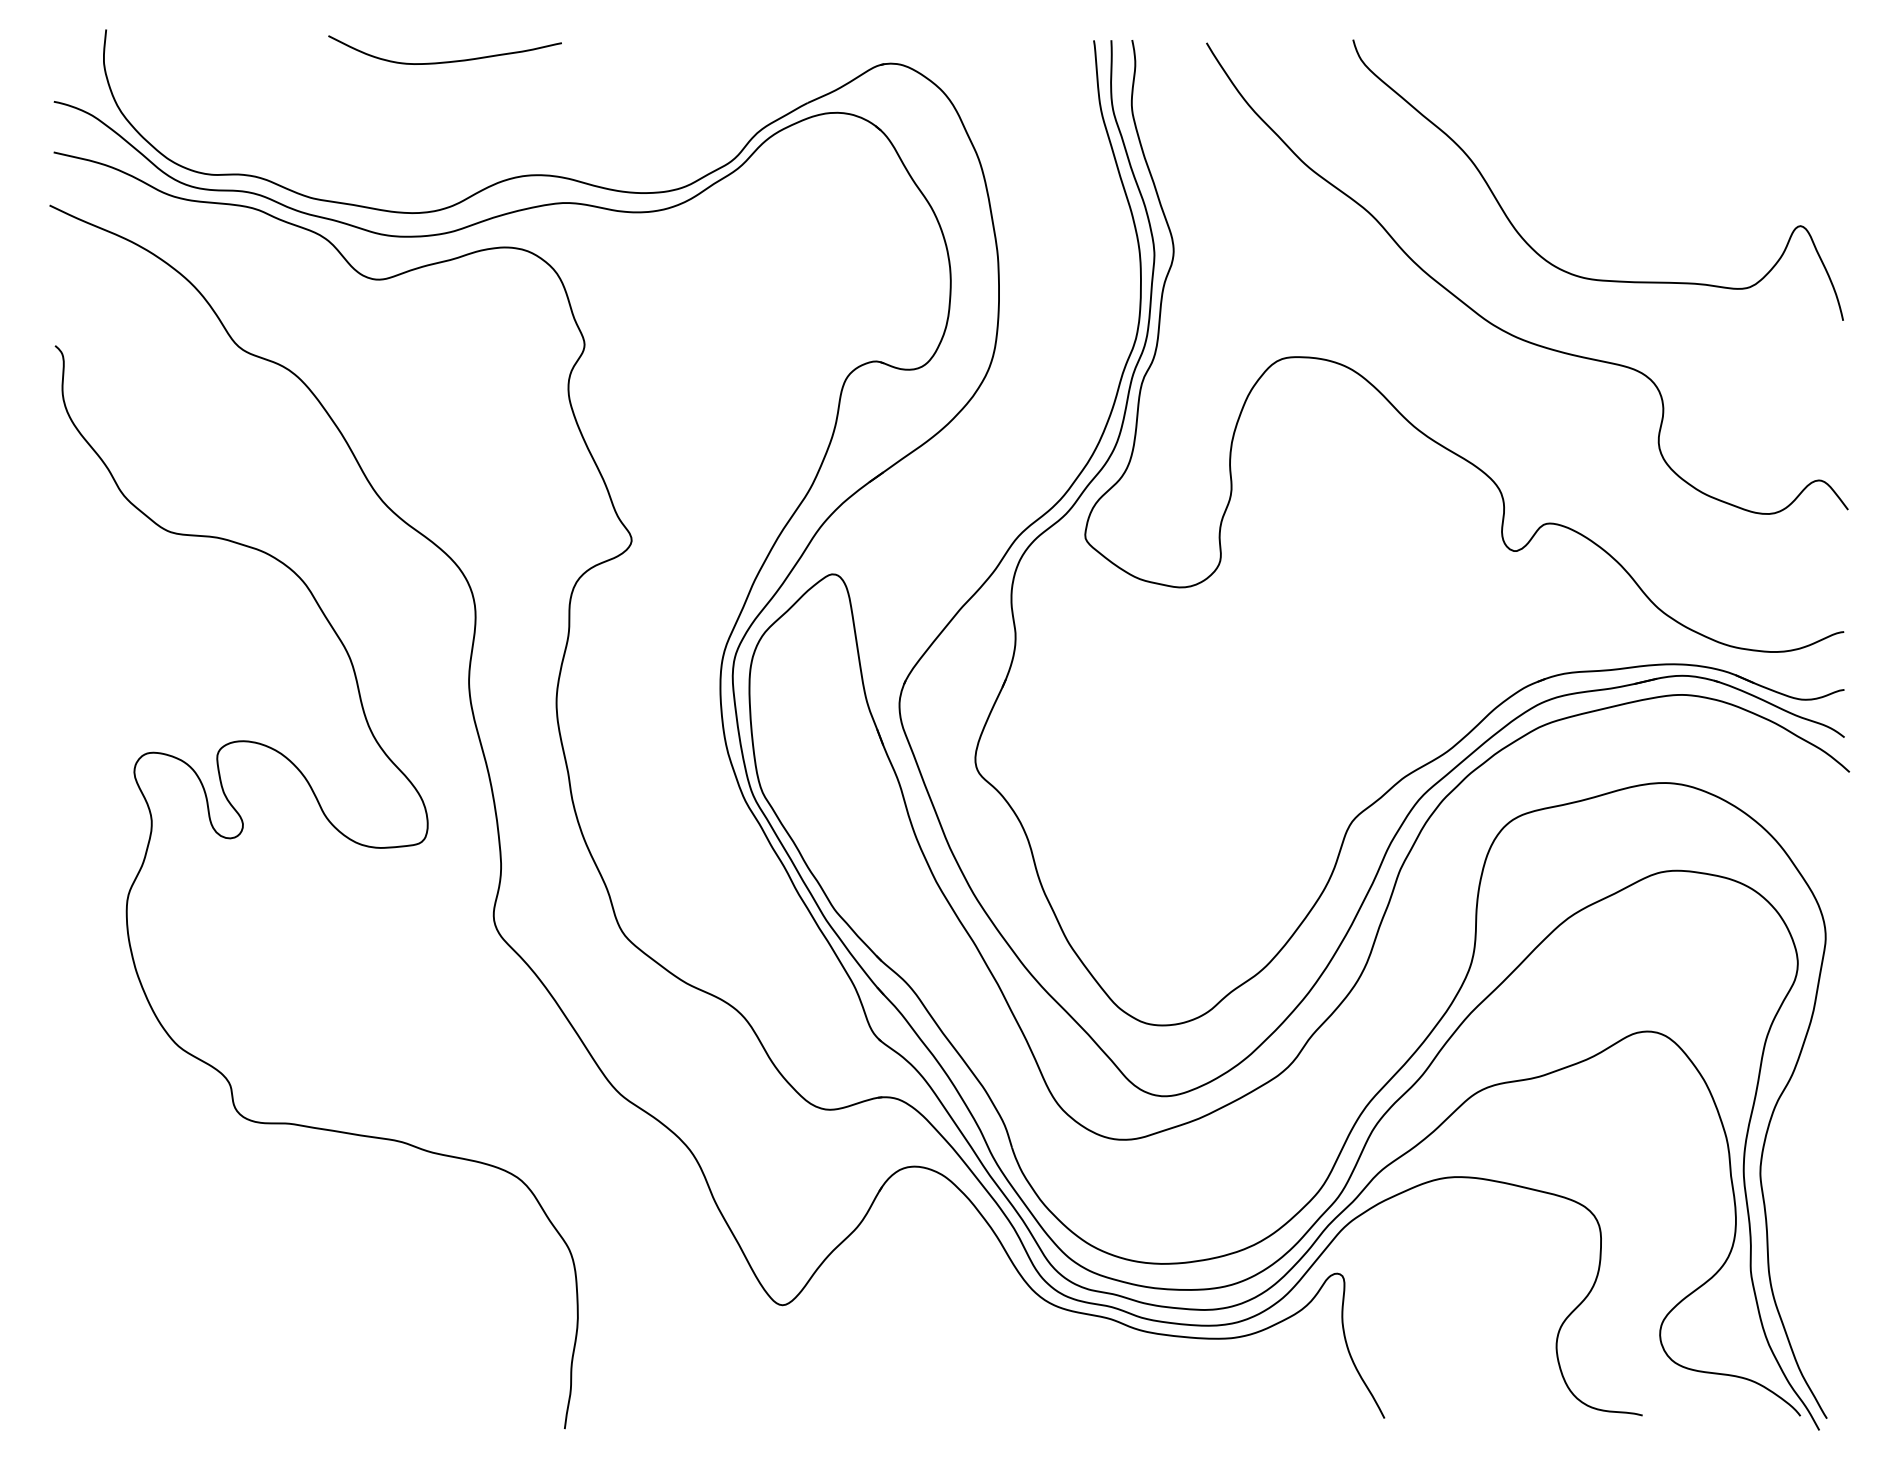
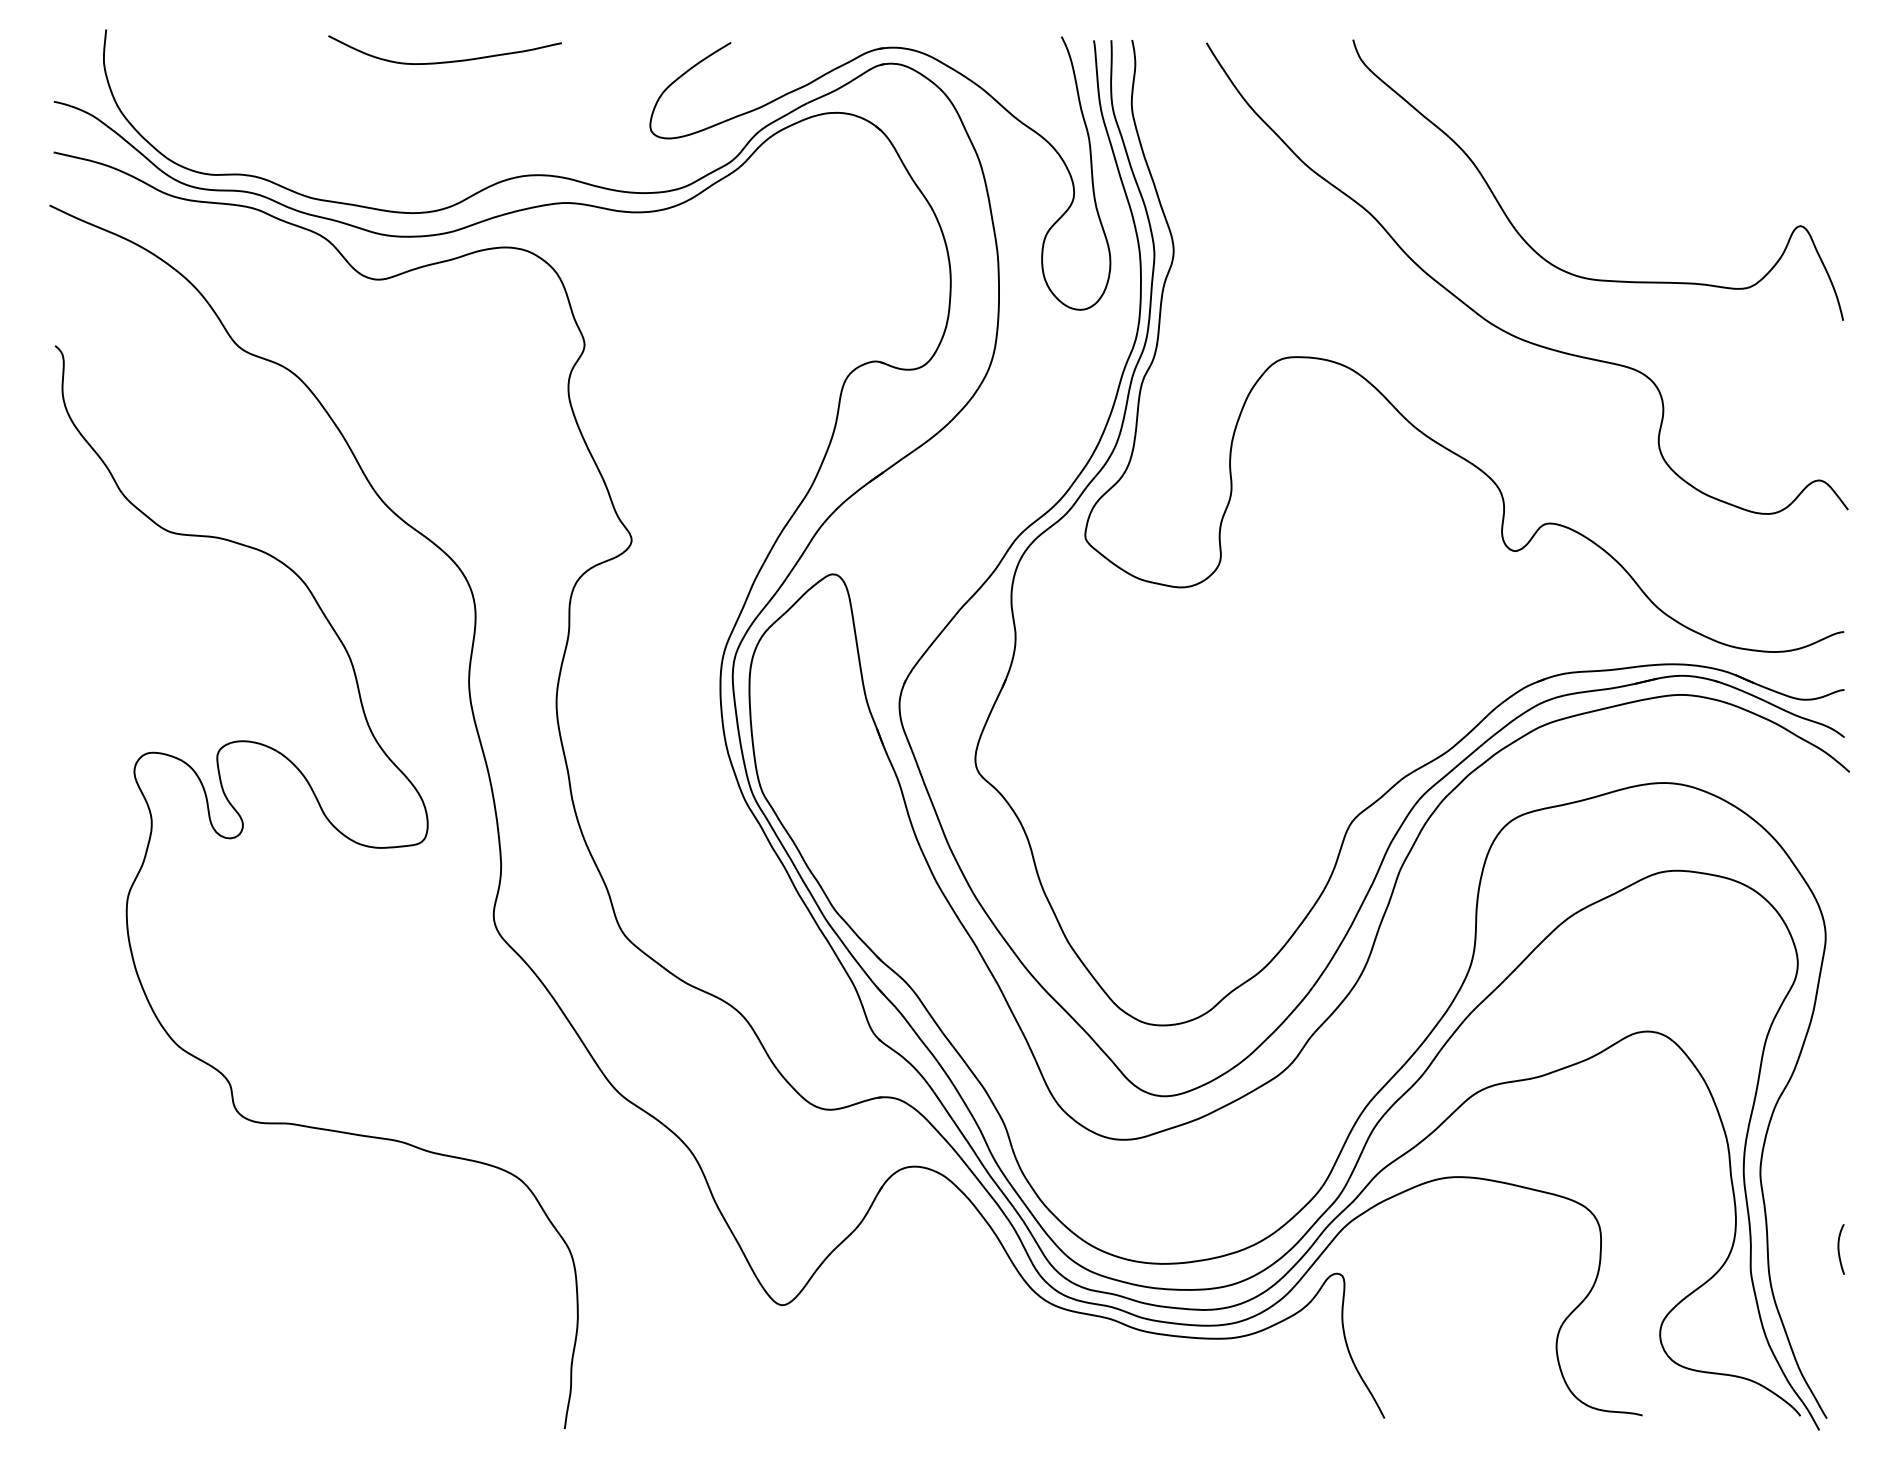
part at (822, 77): none -> present
curve at (1839, 1249): none -> present
